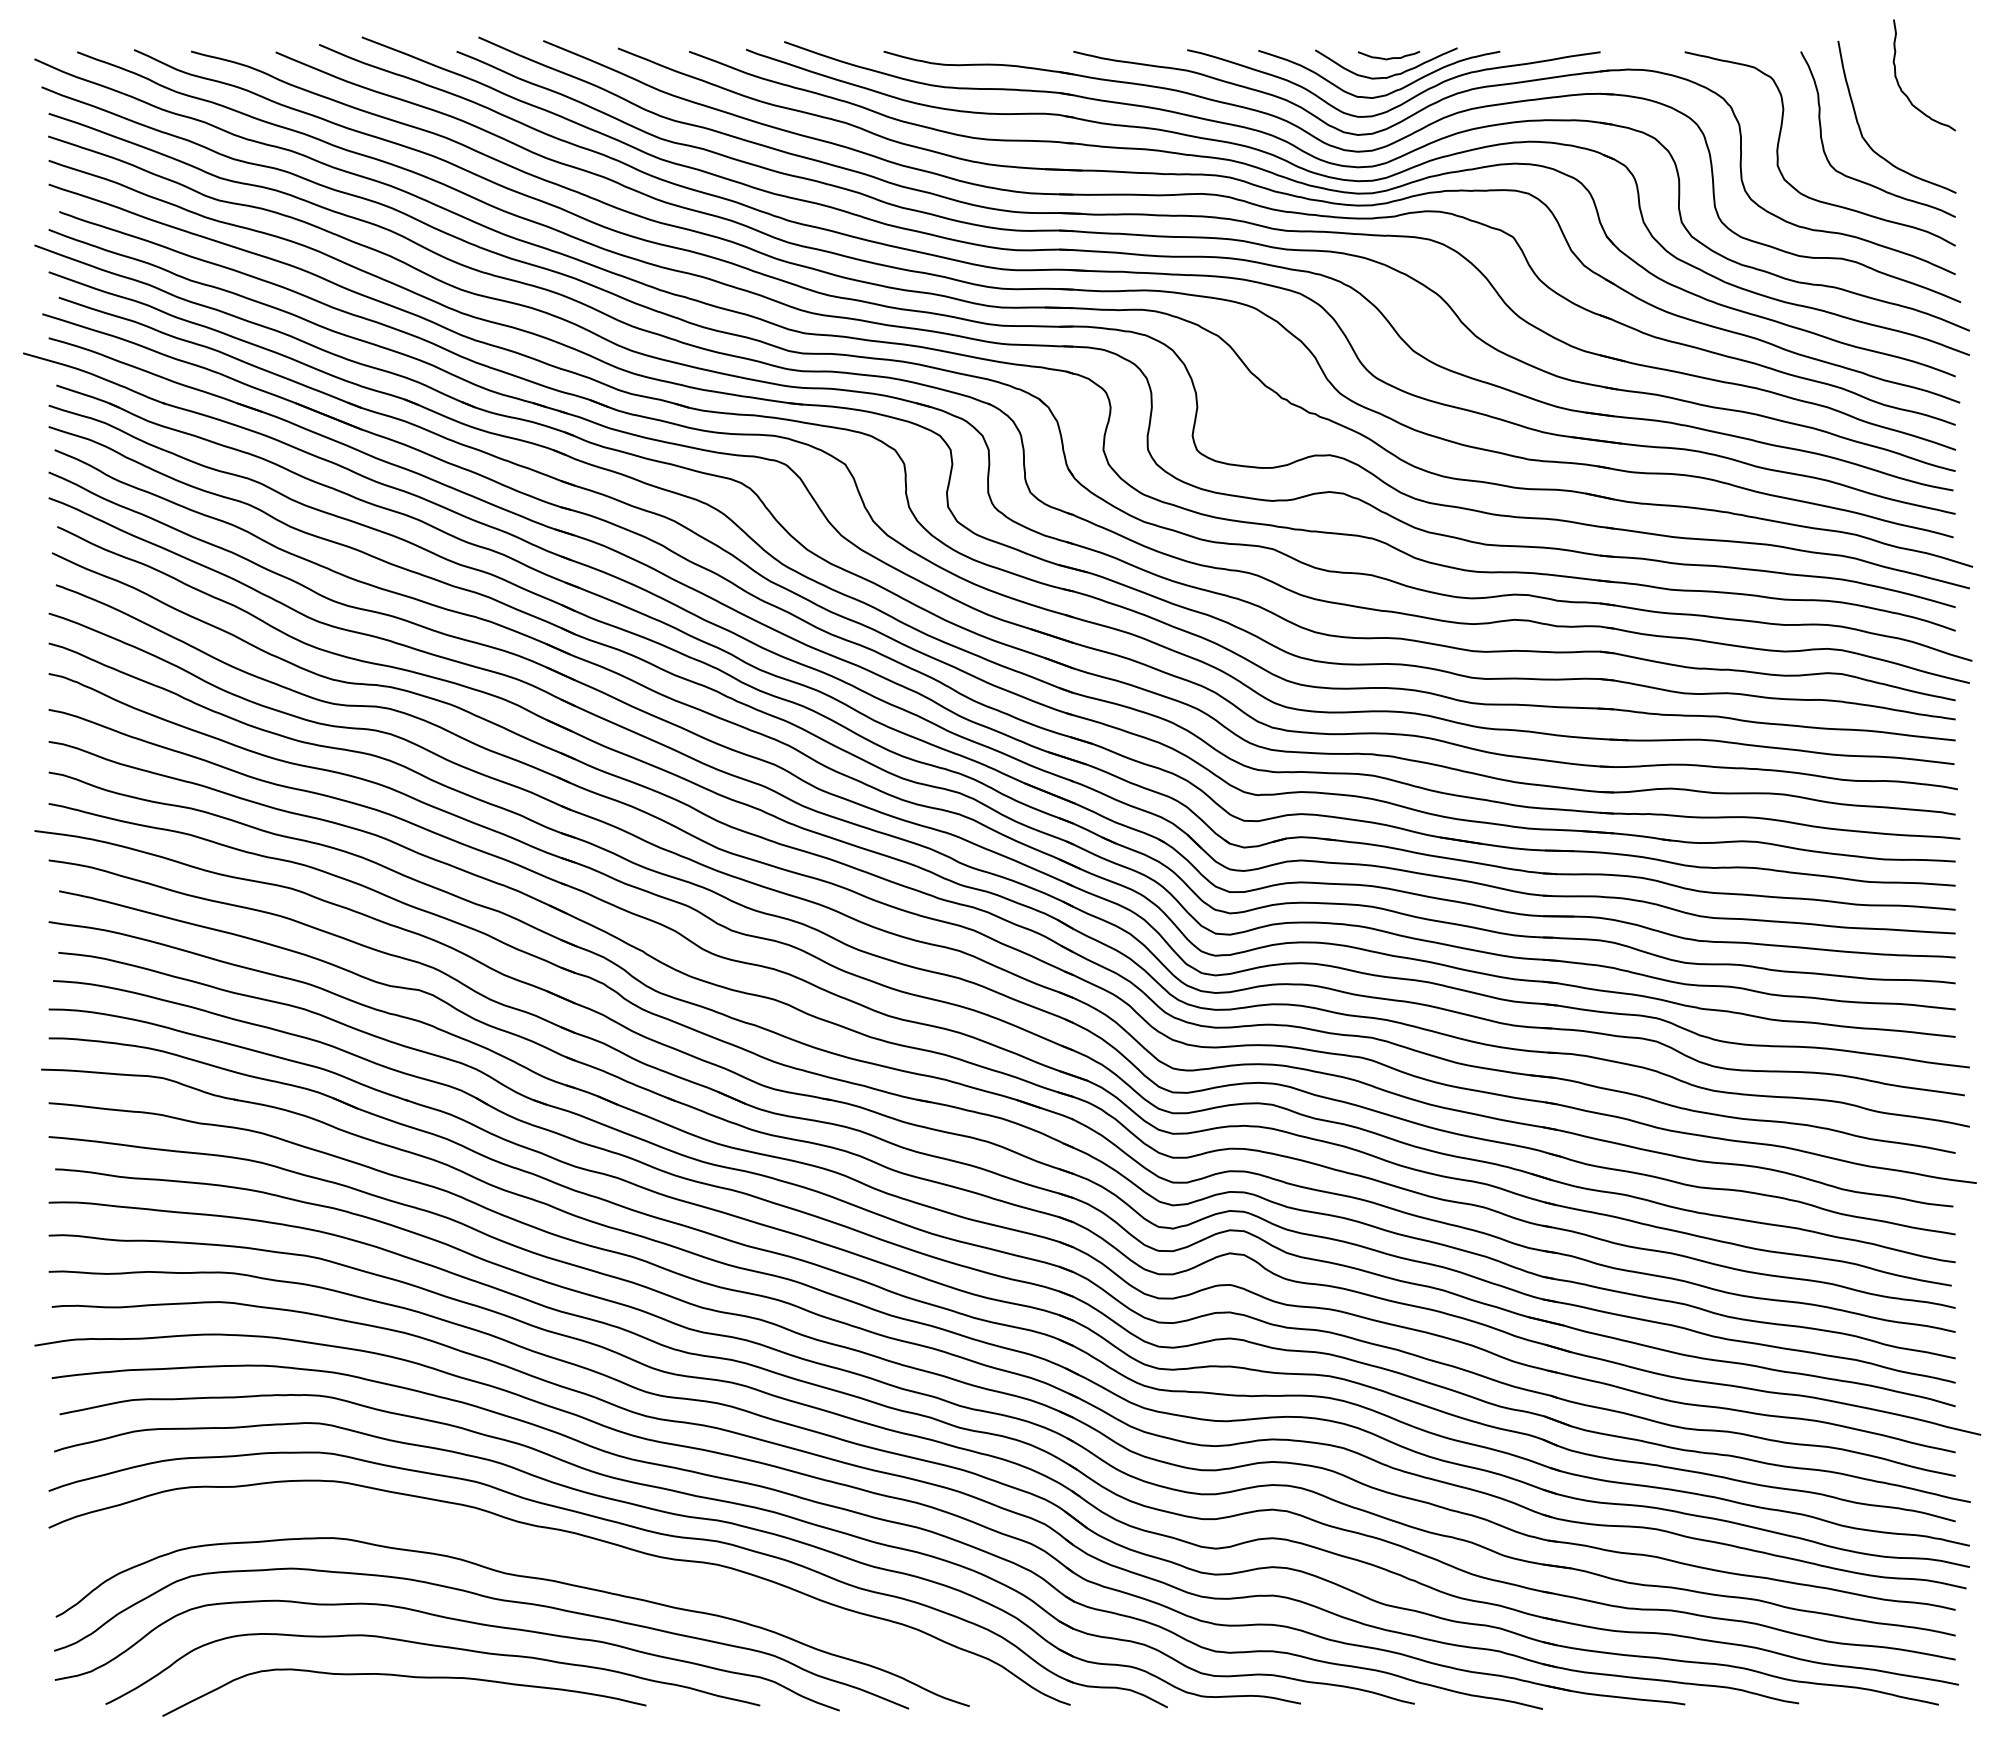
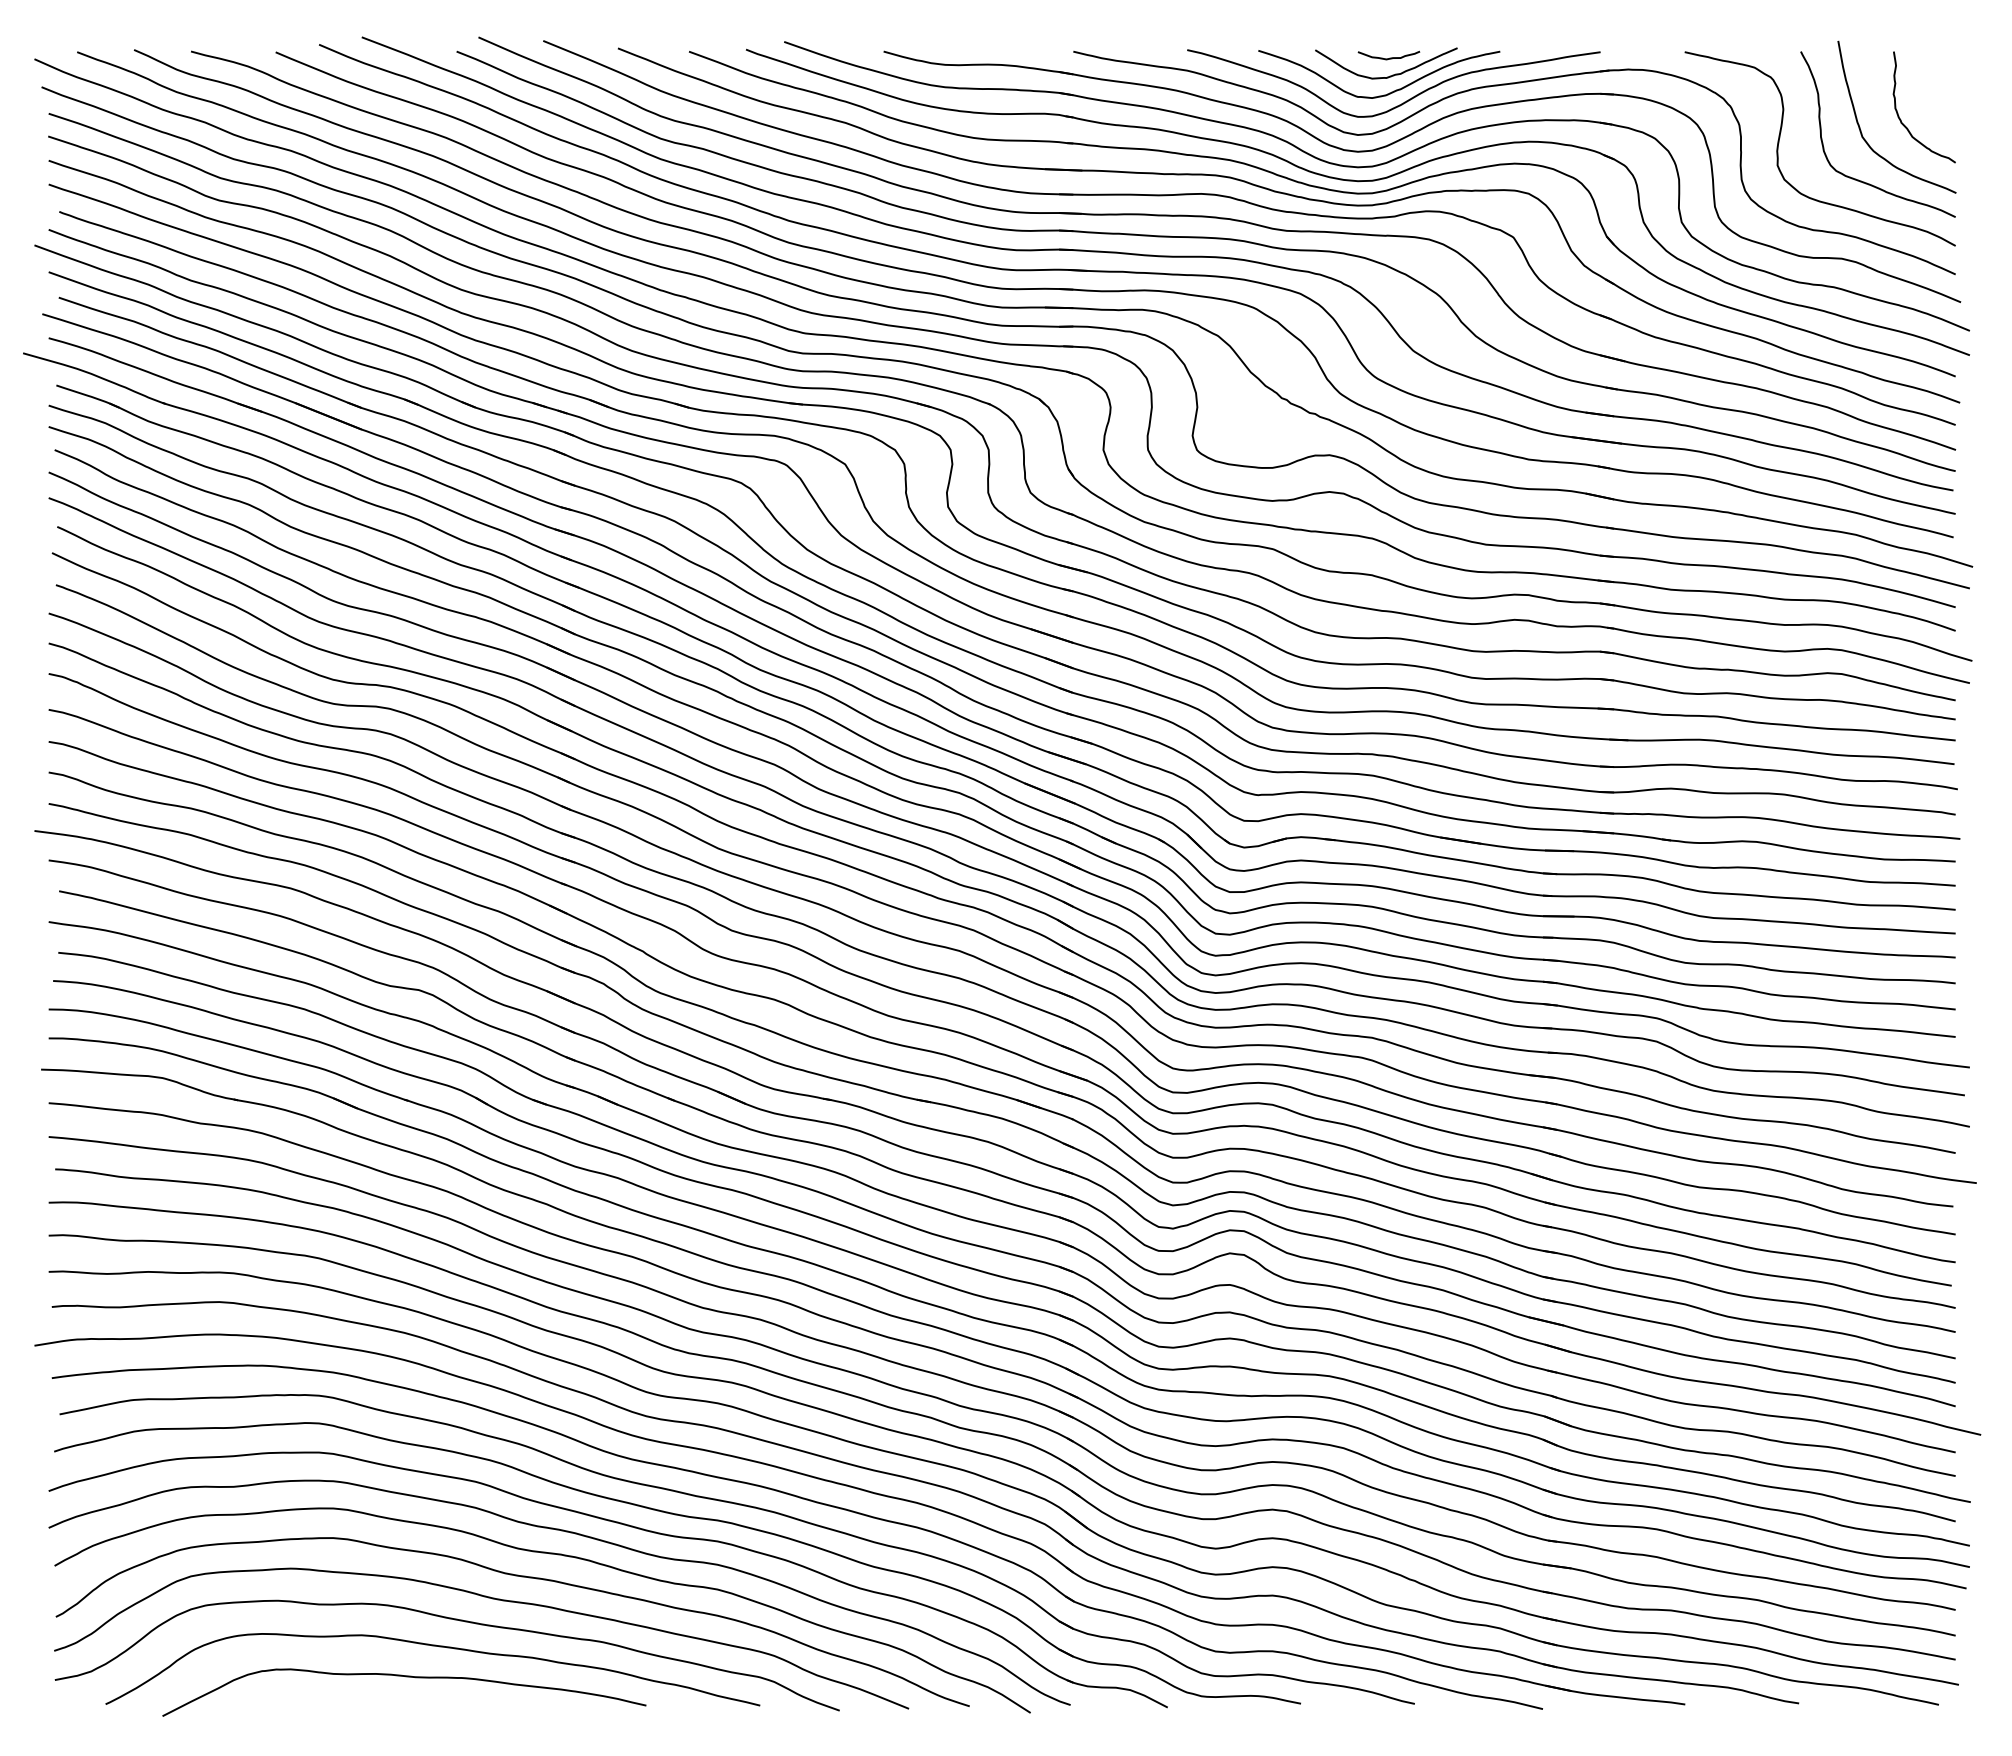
curve at (1901, 87) position: (1901, 87) -> (1901, 119)
curve at (549, 1554): none -> present
